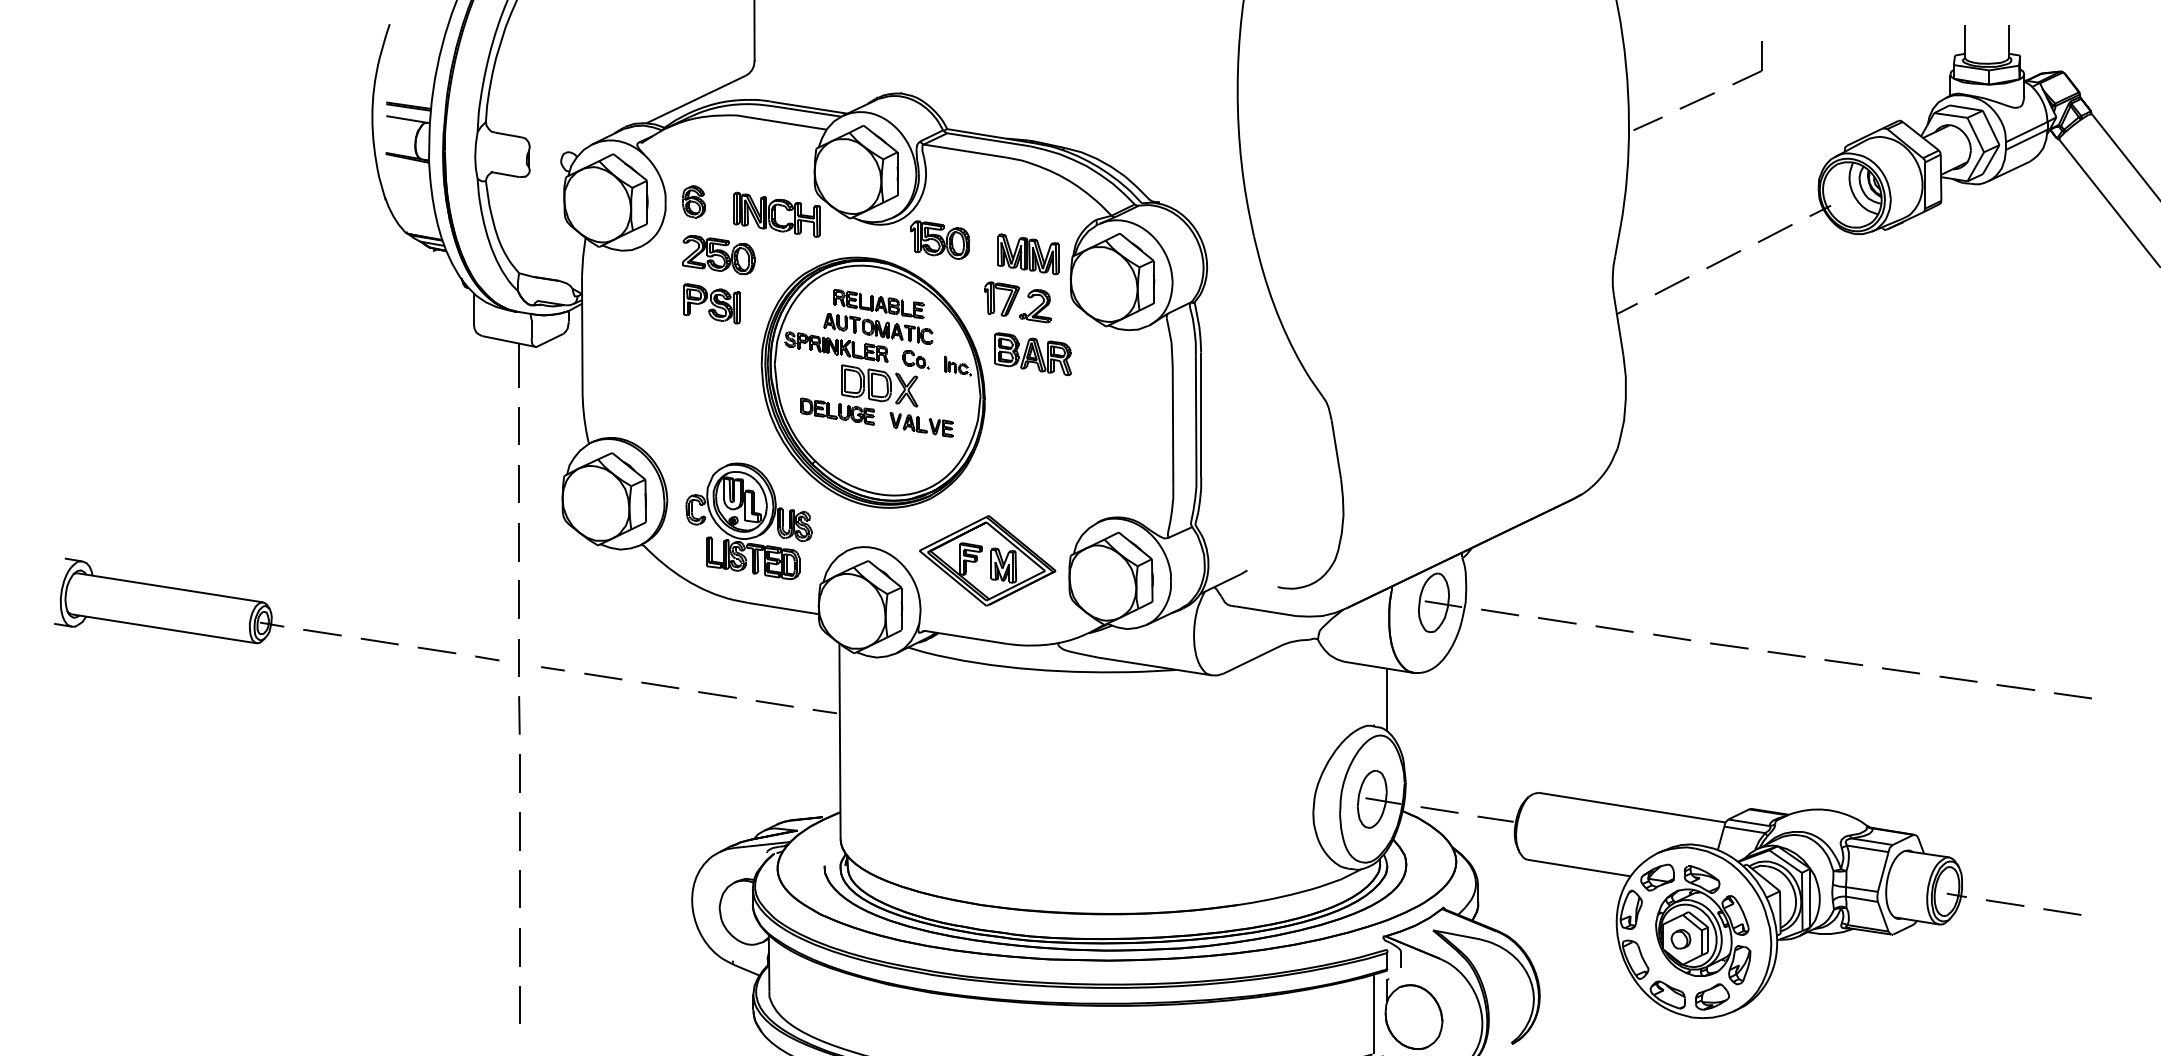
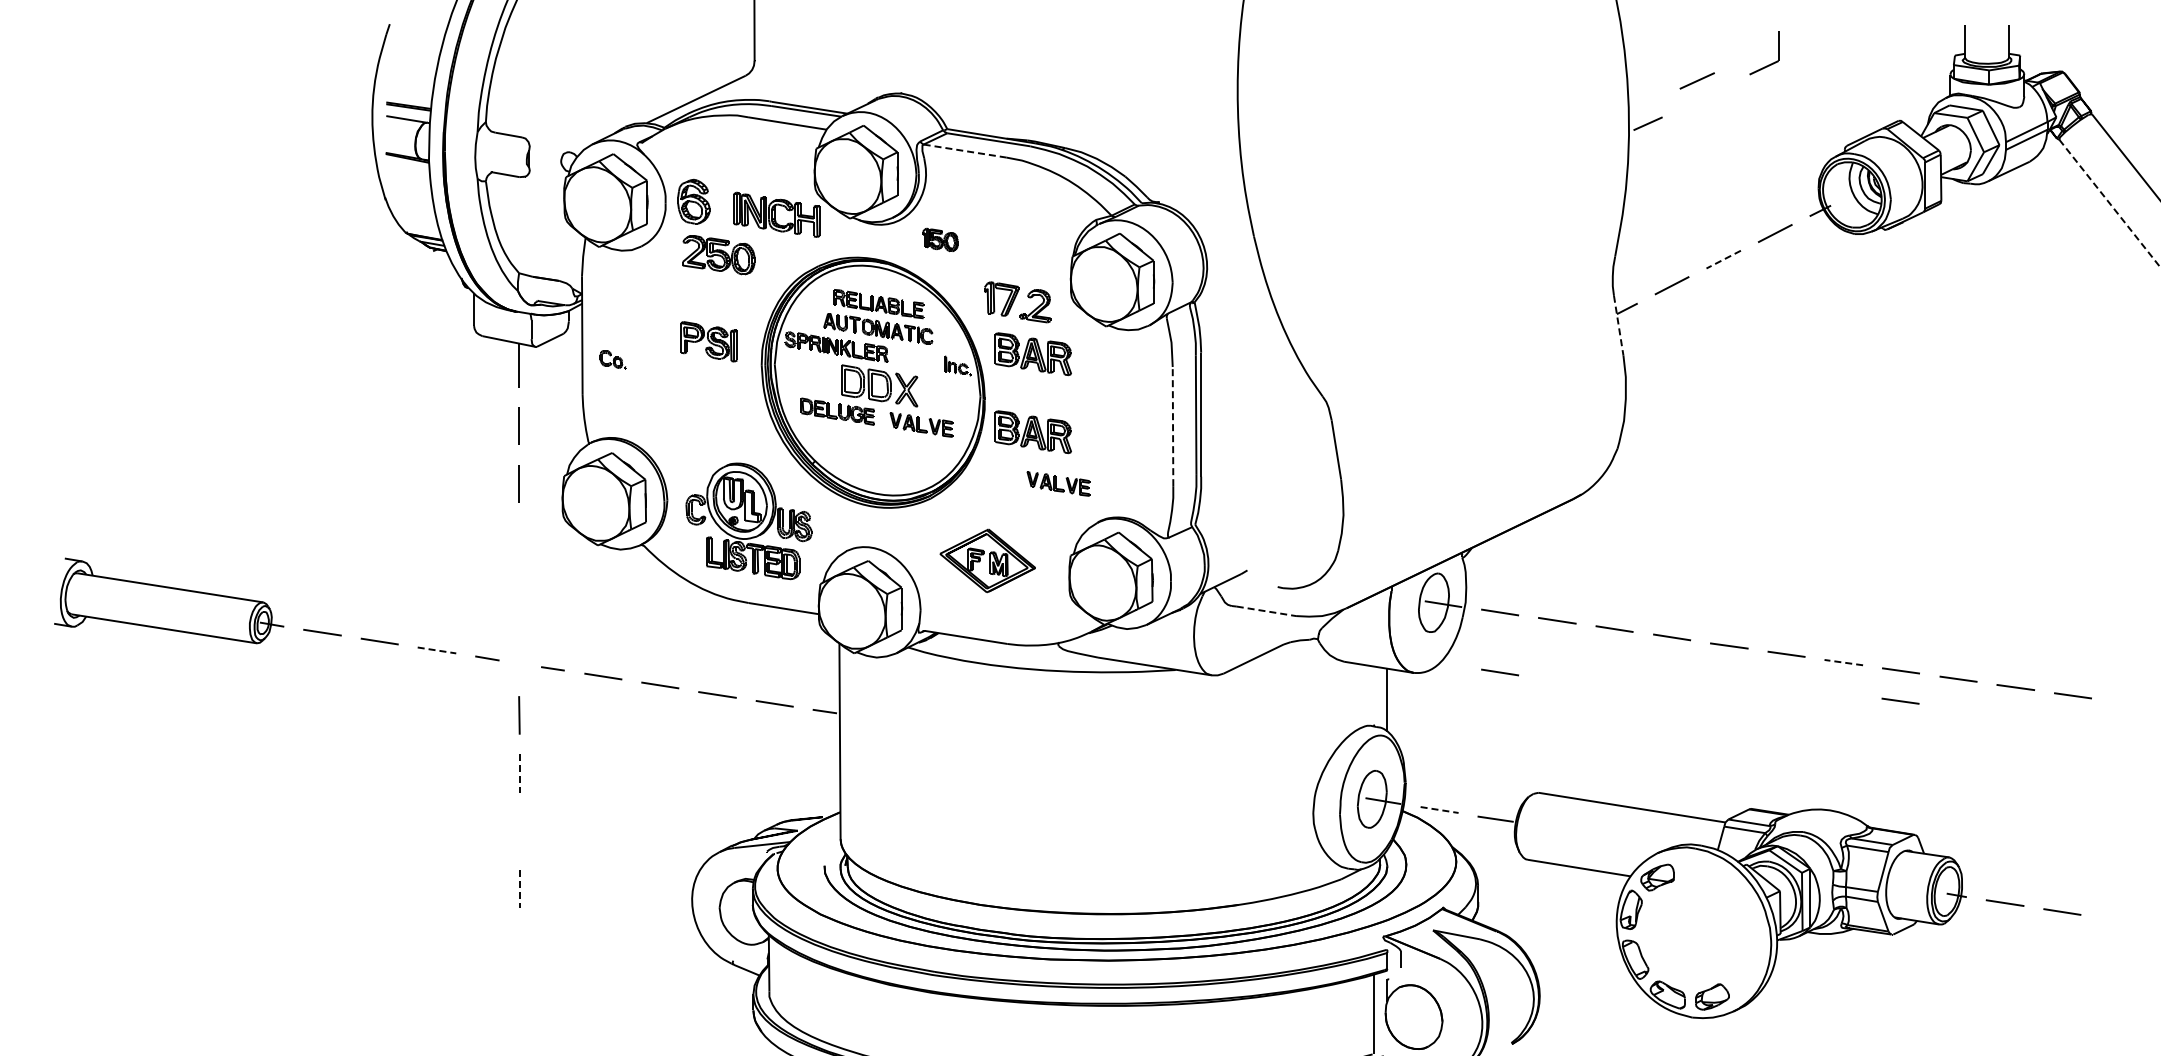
part at (1753, 73) position: (1753, 73) -> (1770, 63)
line at (1696, 100) position: (1696, 100) -> (1696, 80)
line at (964, 151): solid -> dashed
part at (694, 201) size: 25x34 px -> 34x47 px
line at (2110, 203): solid -> dashed
part at (940, 239) size: 61x40 px -> 37x26 px
part at (1028, 254): present -> none
line at (1723, 259): solid -> dashed
part at (711, 303) position: (711, 303) -> (708, 341)
line at (1618, 326): solid -> dashed
part at (915, 359) position: (915, 359) -> (612, 359)
line at (1173, 426): solid -> dashed
part at (1032, 432): none -> present
part at (1058, 483): none -> present
line at (518, 542): present -> none
part at (987, 560) size: 138x92 px -> 97x66 px
line at (518, 599): present -> none
line at (1266, 611): solid -> dashed
line at (436, 650): solid -> dashed
line at (518, 657): present -> none
line at (1843, 662): solid -> dashed
line at (1499, 672): none -> present
line at (1900, 700): none -> present
line at (519, 774): solid -> dashed
line at (1440, 810): solid -> dashed
line at (519, 831): present -> none
line at (519, 889): solid -> dashed
part at (1703, 925): present -> none
line at (519, 947): present -> none
line at (519, 1004): present -> none
